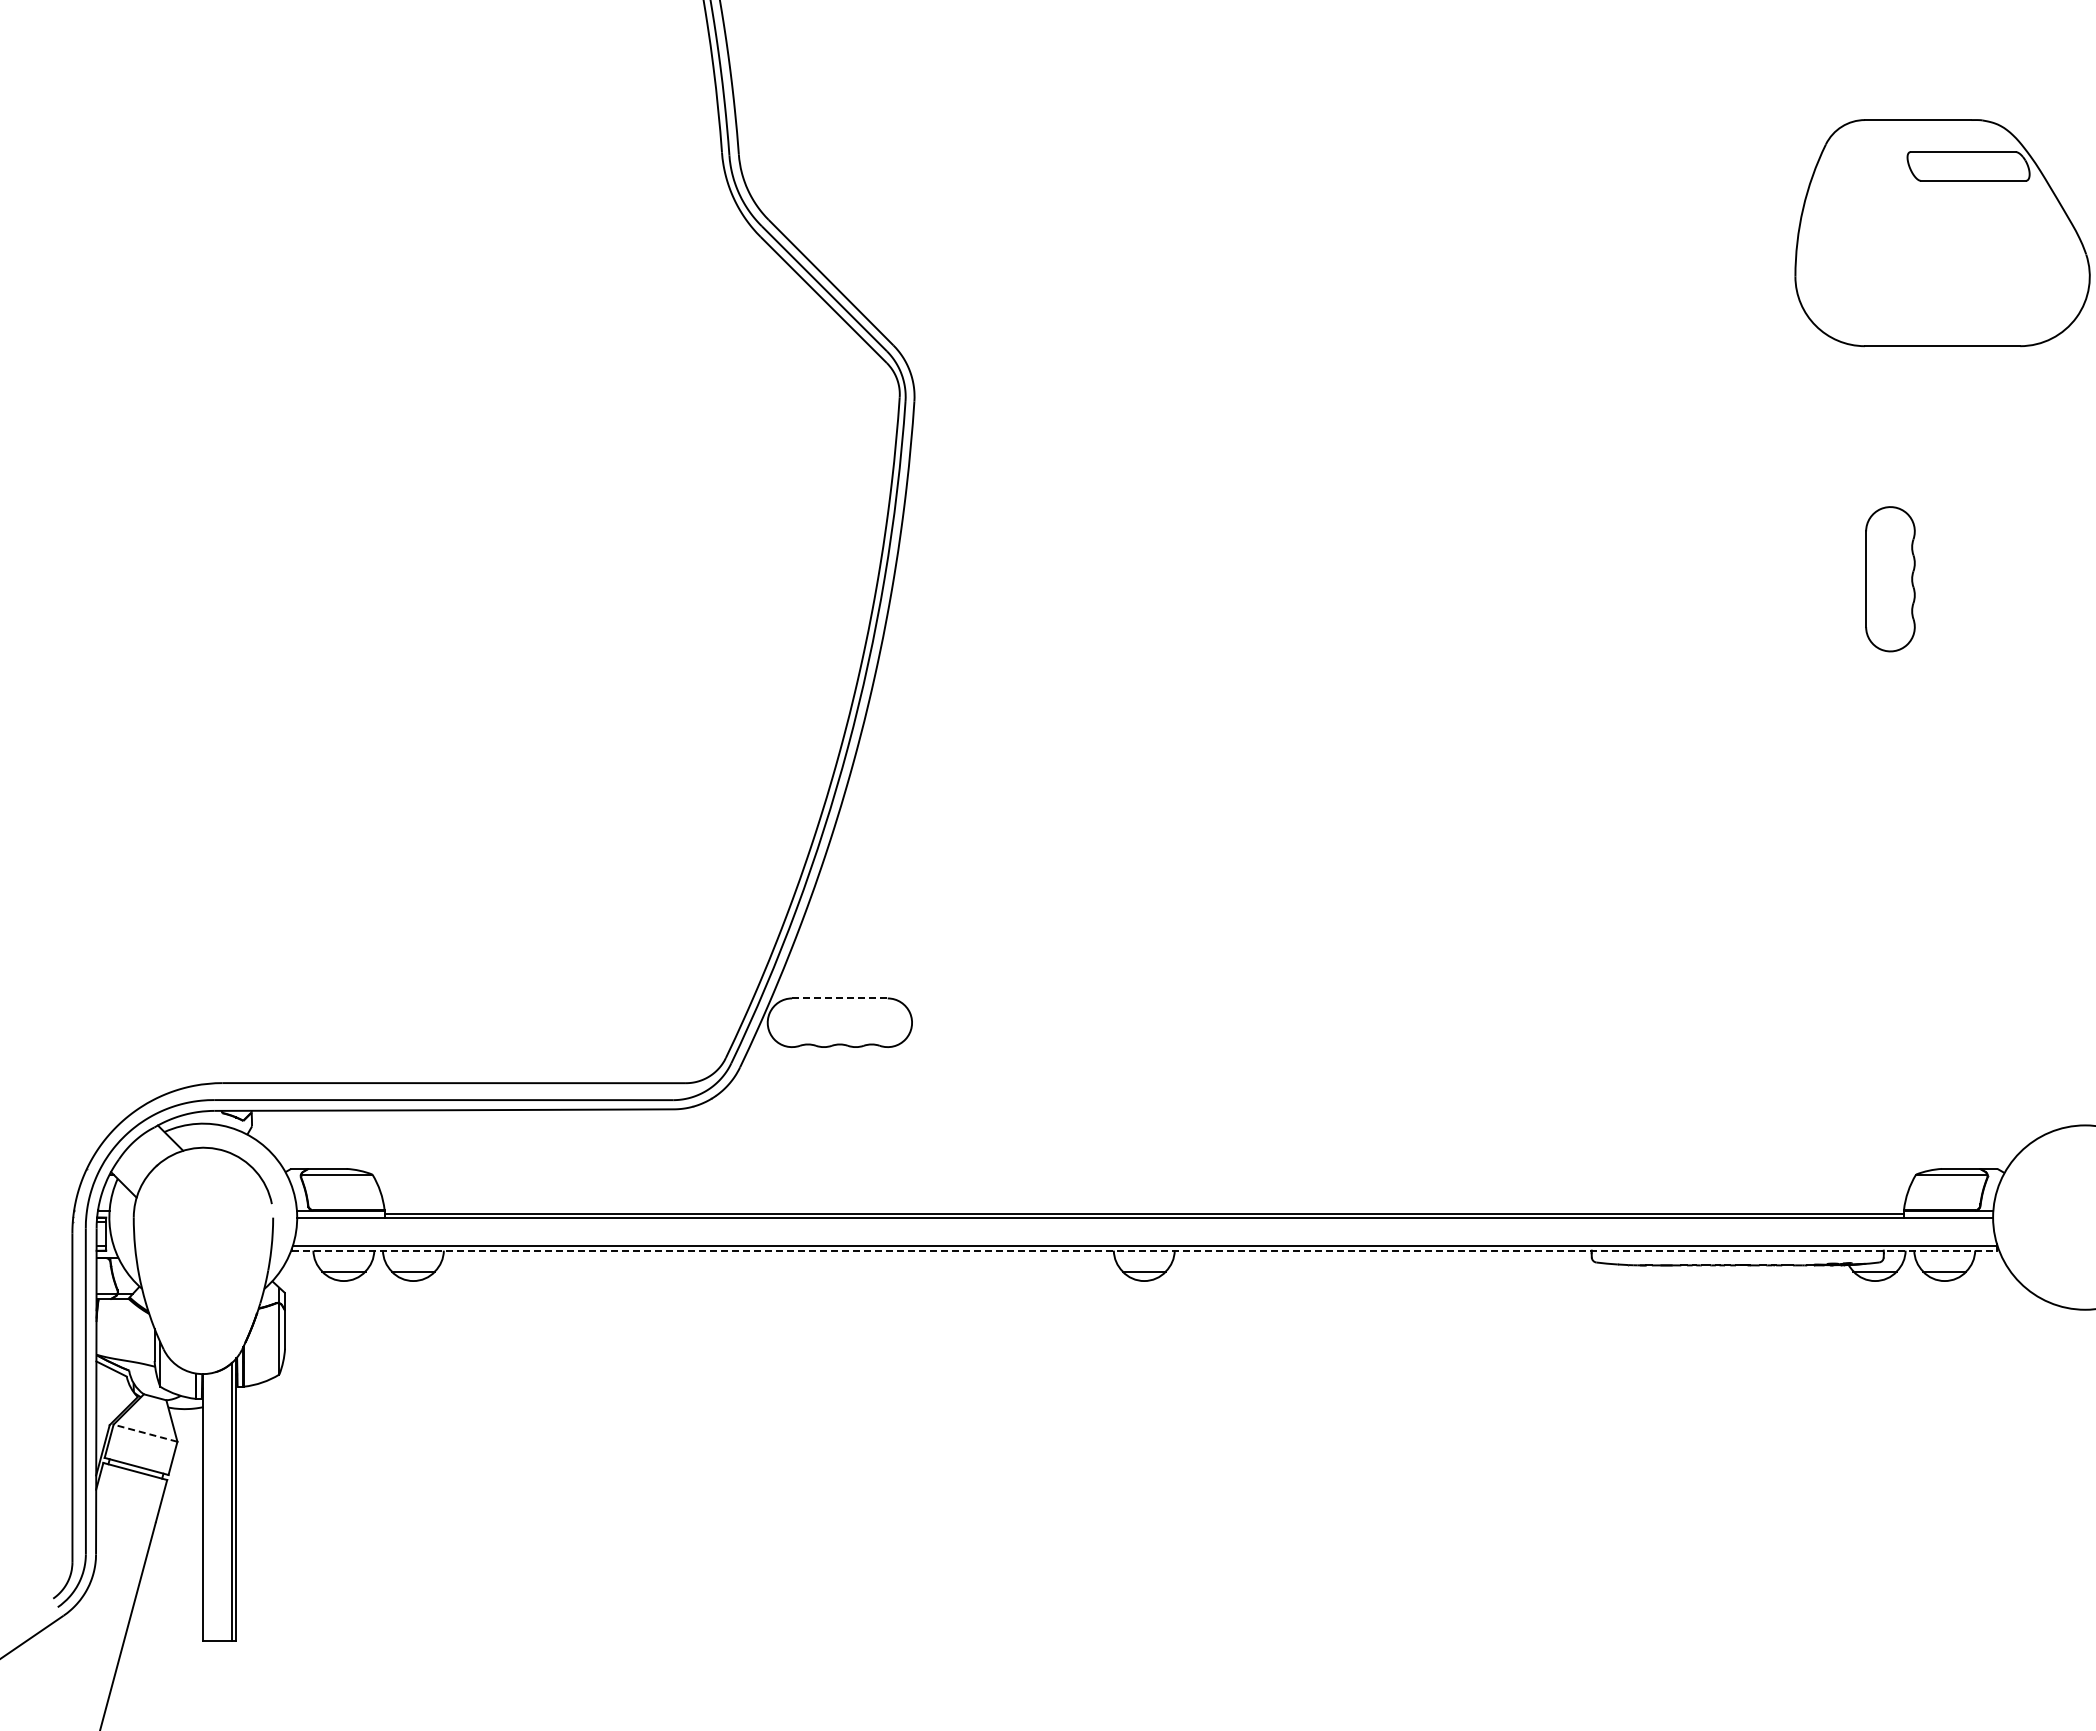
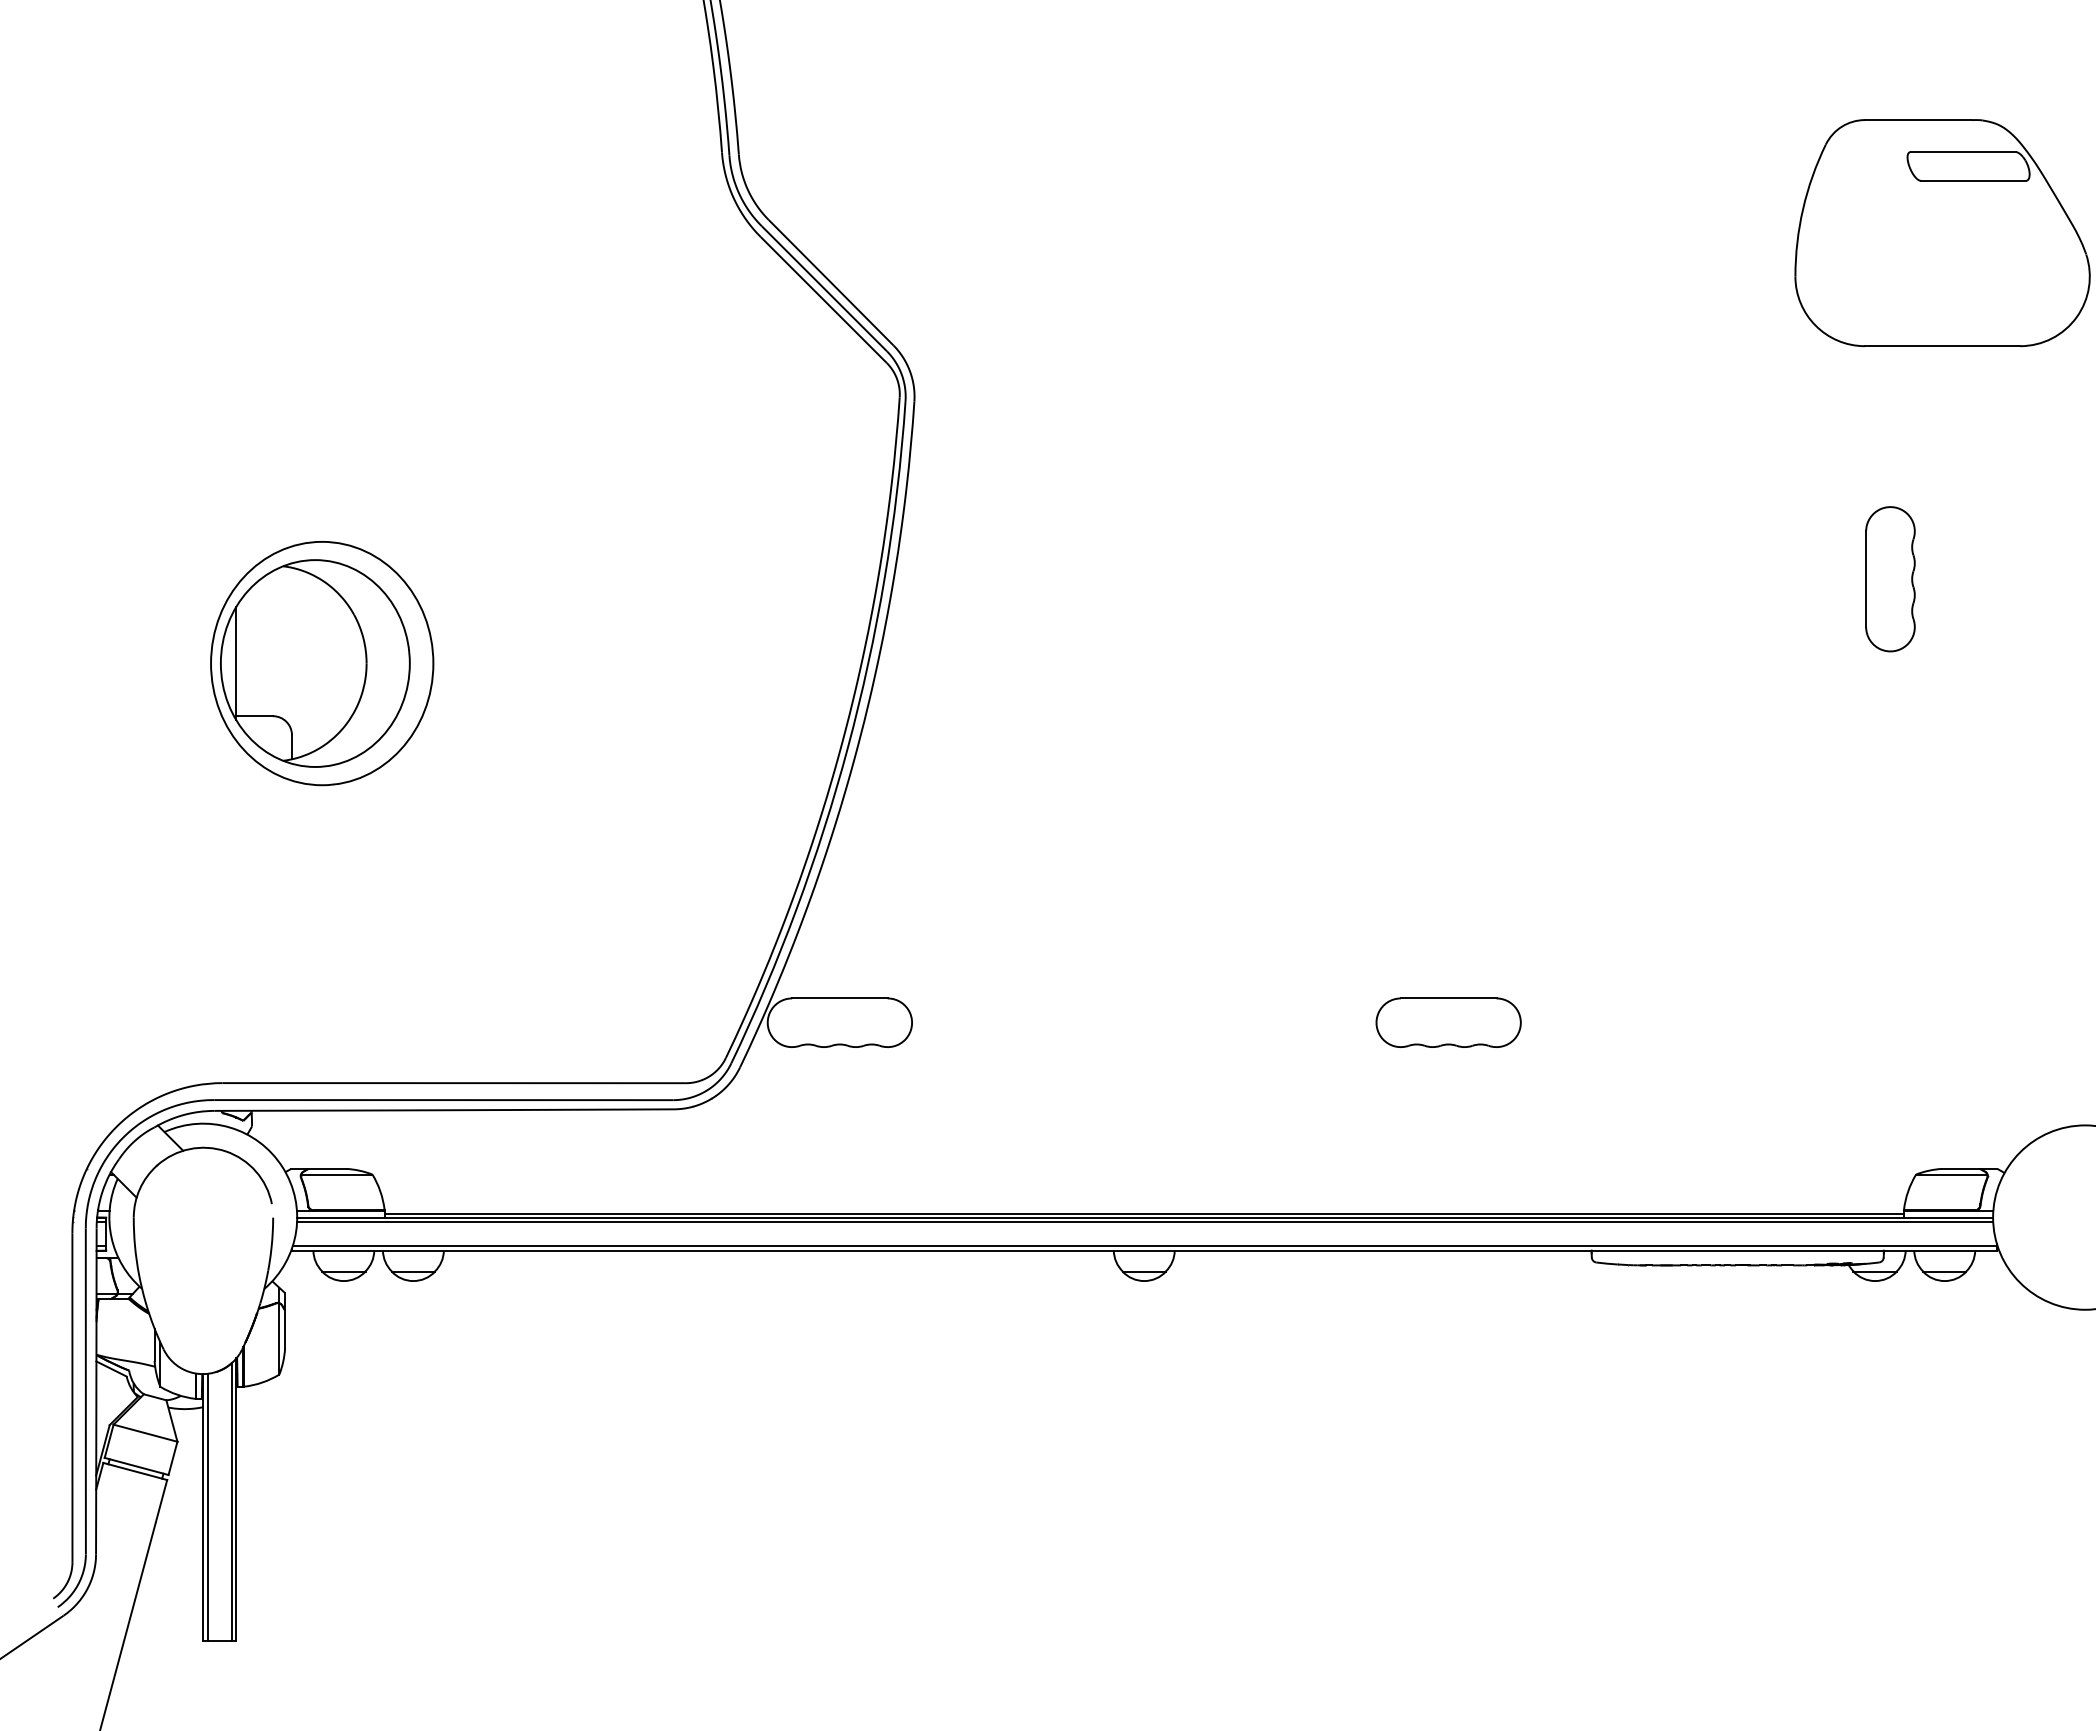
part at (322, 663): none -> present
line at (839, 998): dashed -> solid
part at (1448, 1022): none -> present
line at (1145, 1221): none -> present
line at (1144, 1250): dashed -> solid
line at (145, 1433): dashed -> solid
line at (207, 1507): none -> present
